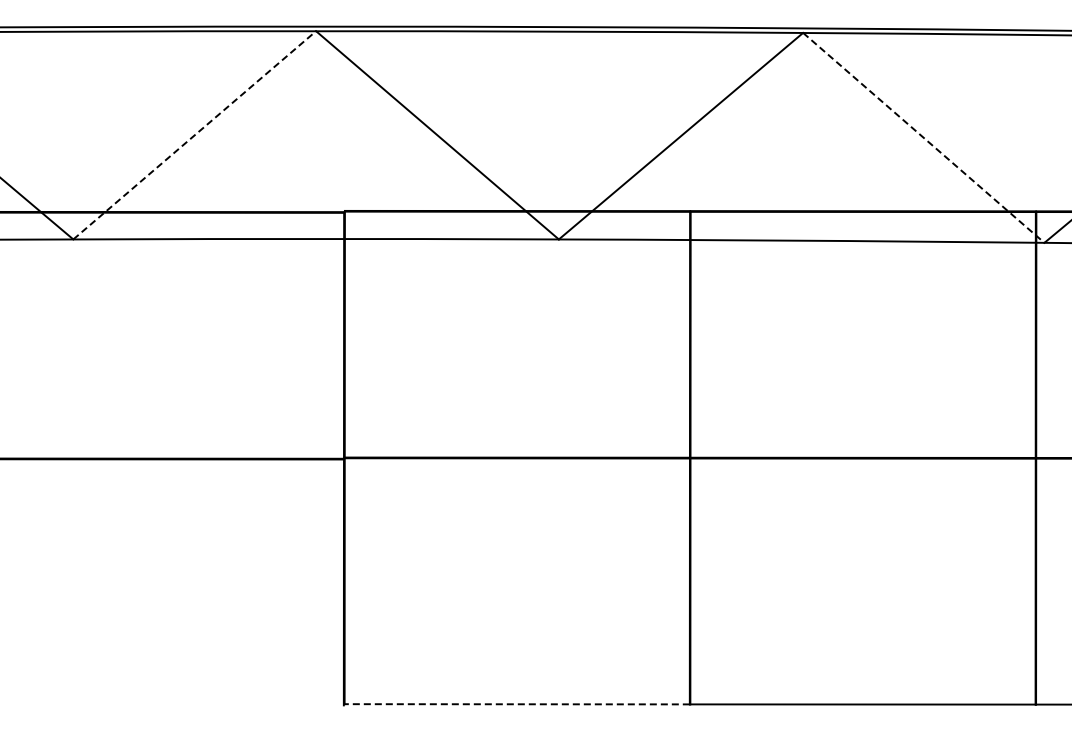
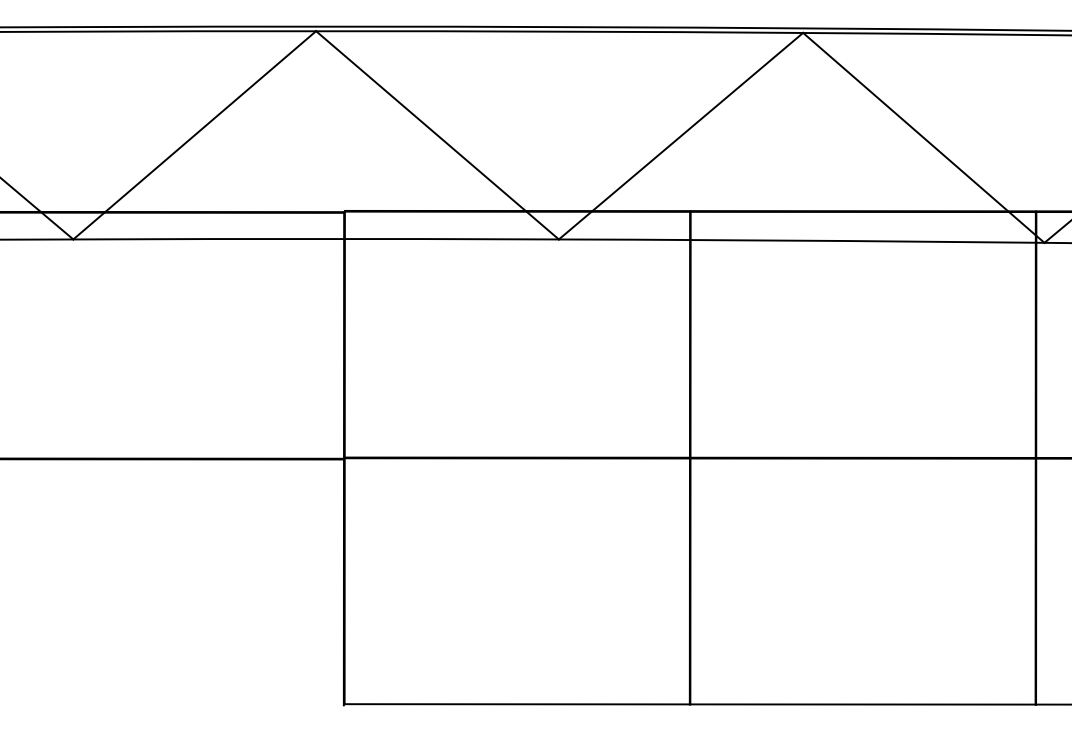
line at (194, 135): dashed -> solid
line at (923, 137): dashed -> solid
line at (517, 704): dashed -> solid
